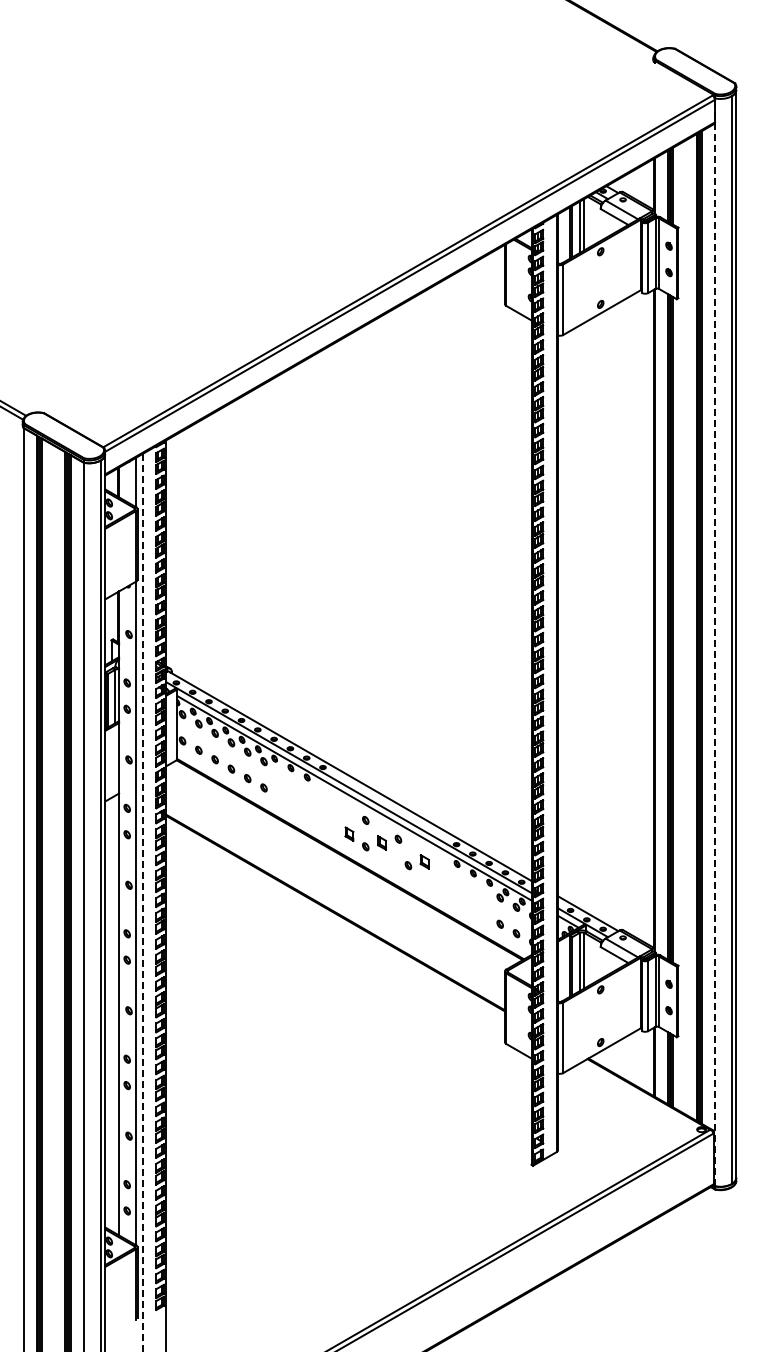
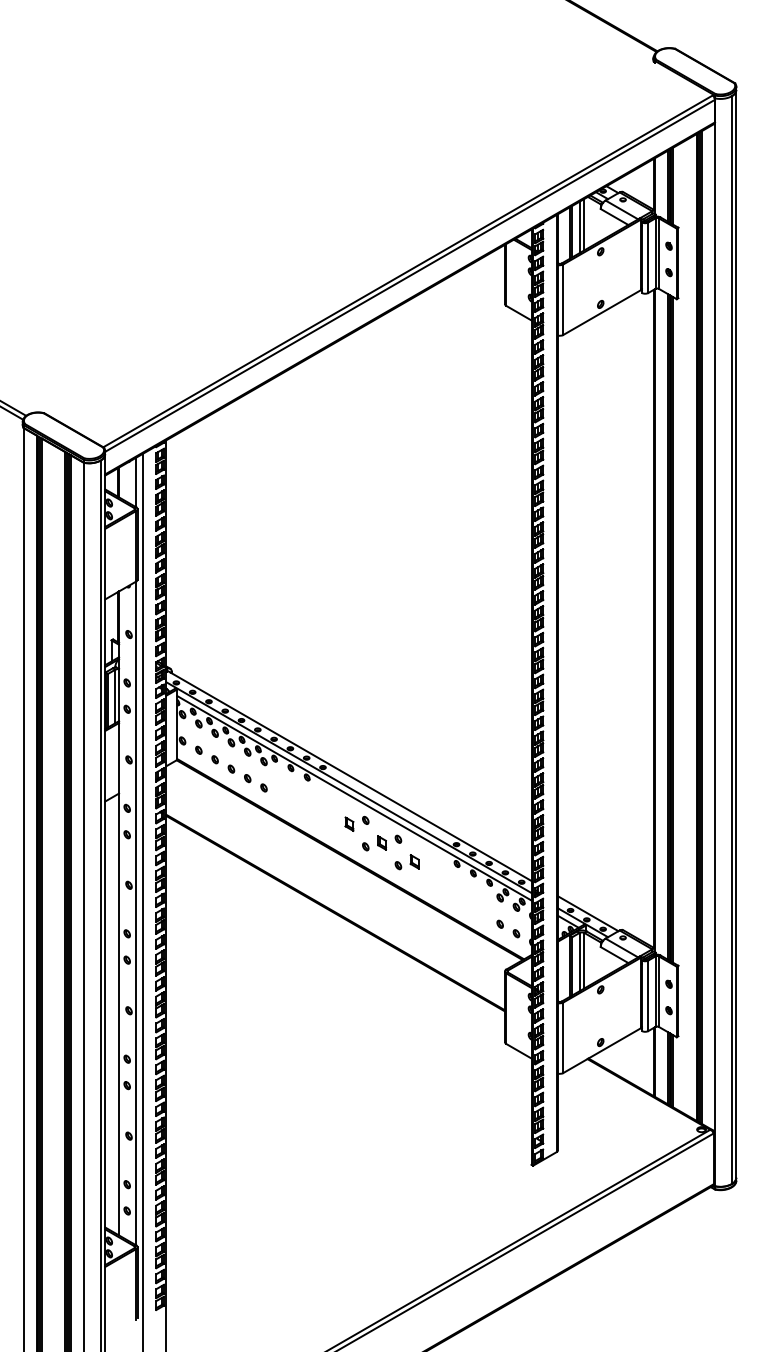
line at (715, 642): dashed -> solid
part at (349, 833) position: (349, 833) -> (349, 823)
part at (416, 862) position: (416, 862) -> (406, 862)
line at (142, 902): dashed -> solid
